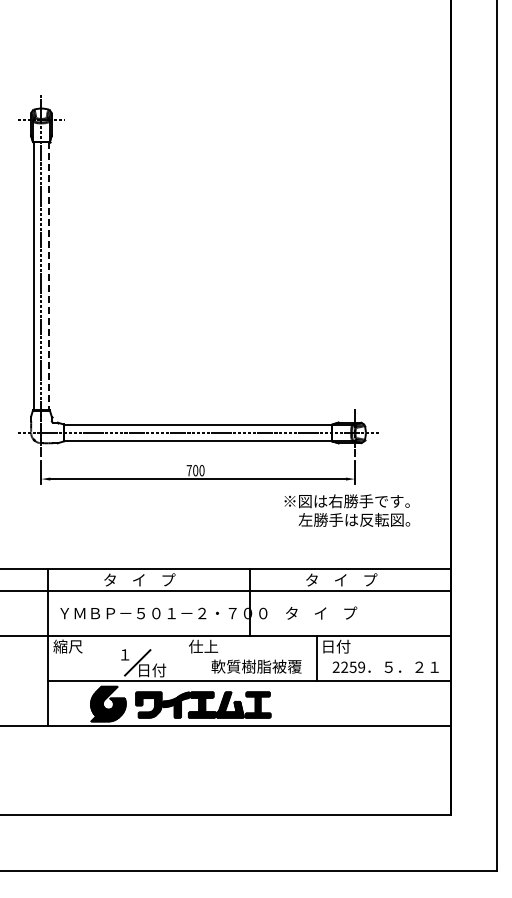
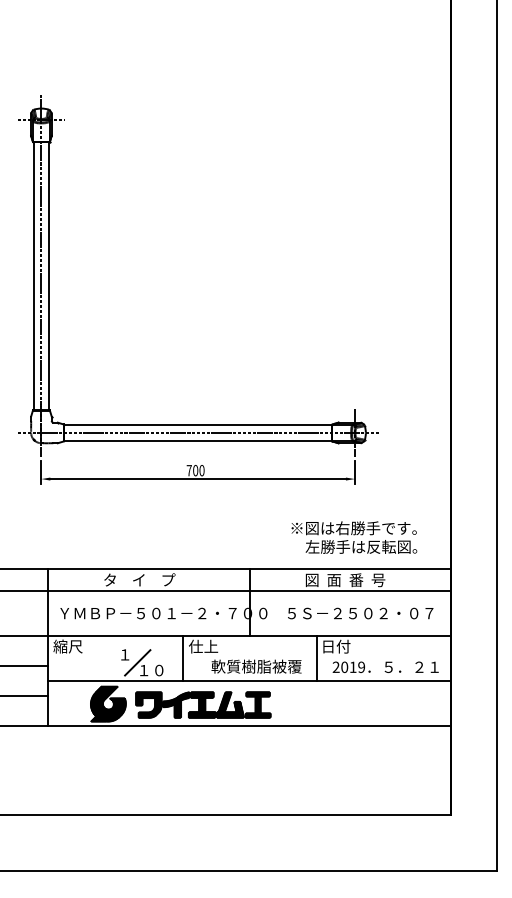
line at (49, 276): dashed -> solid
text at (347, 510) position: (347, 510) -> (354, 537)
text at (345, 580): タ    イ    プ -> 図  面  番  号
text at (359, 612): タ    イ    プ -> ５Ｓ－２５０２・０７
line at (182, 657): none -> present
line at (25, 665): none -> present
text at (348, 667): 2259 -> 2019
text at (152, 670): 日付 -> １０
line at (25, 695): none -> present
